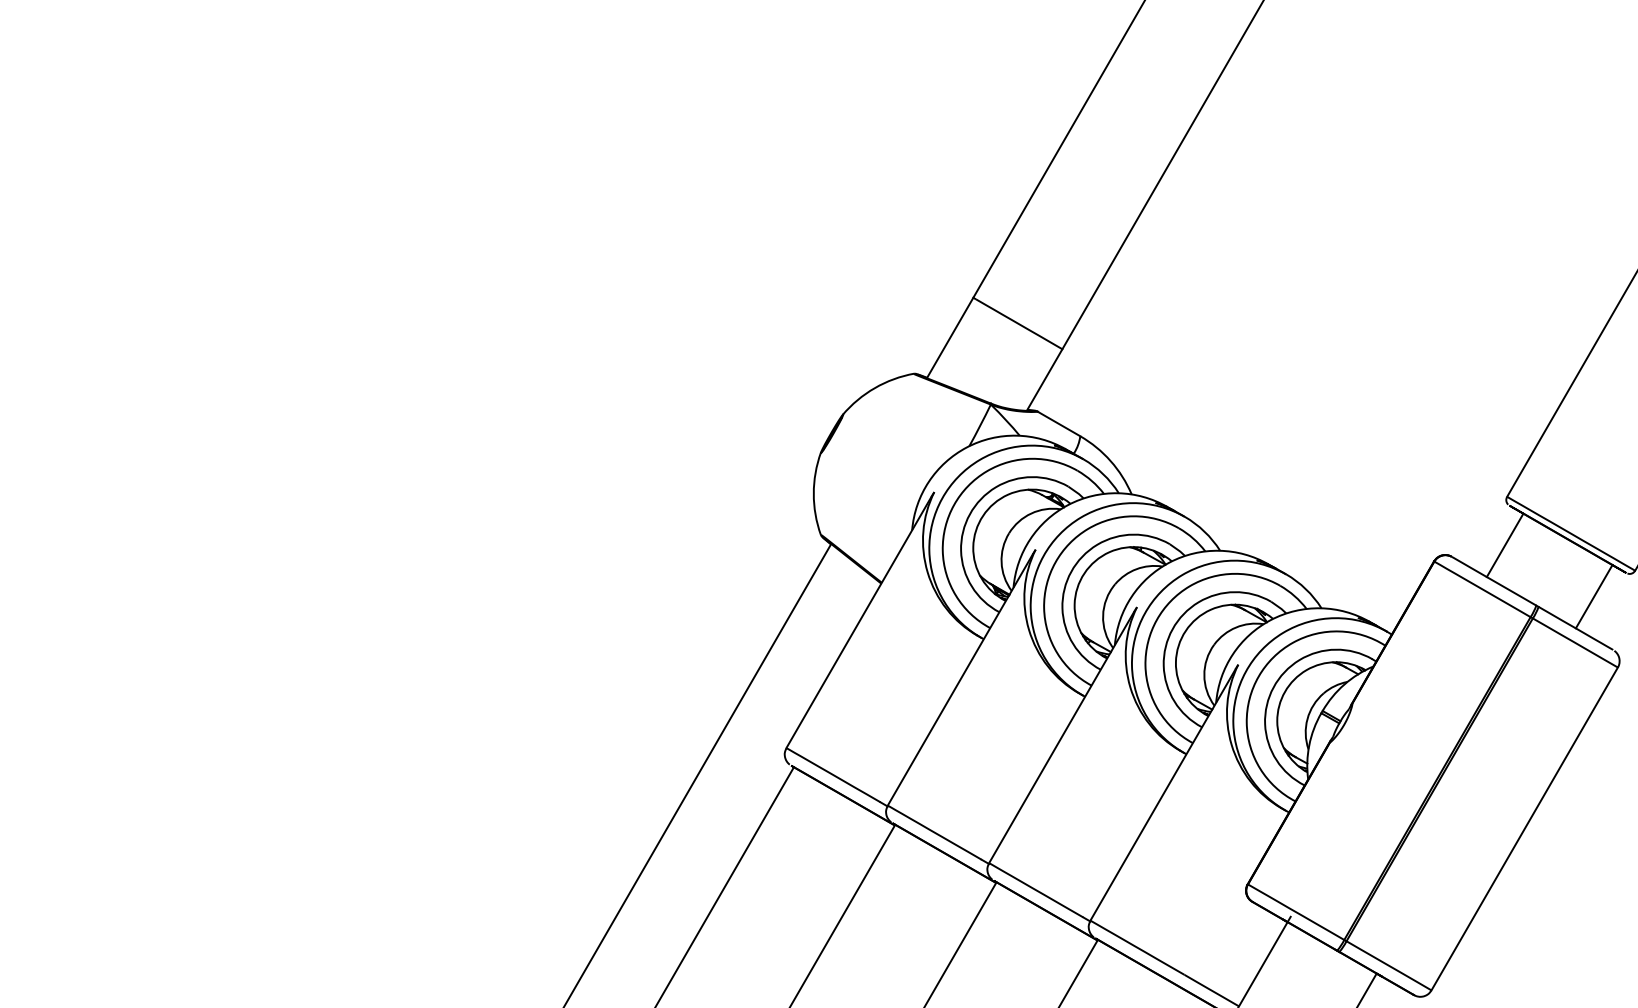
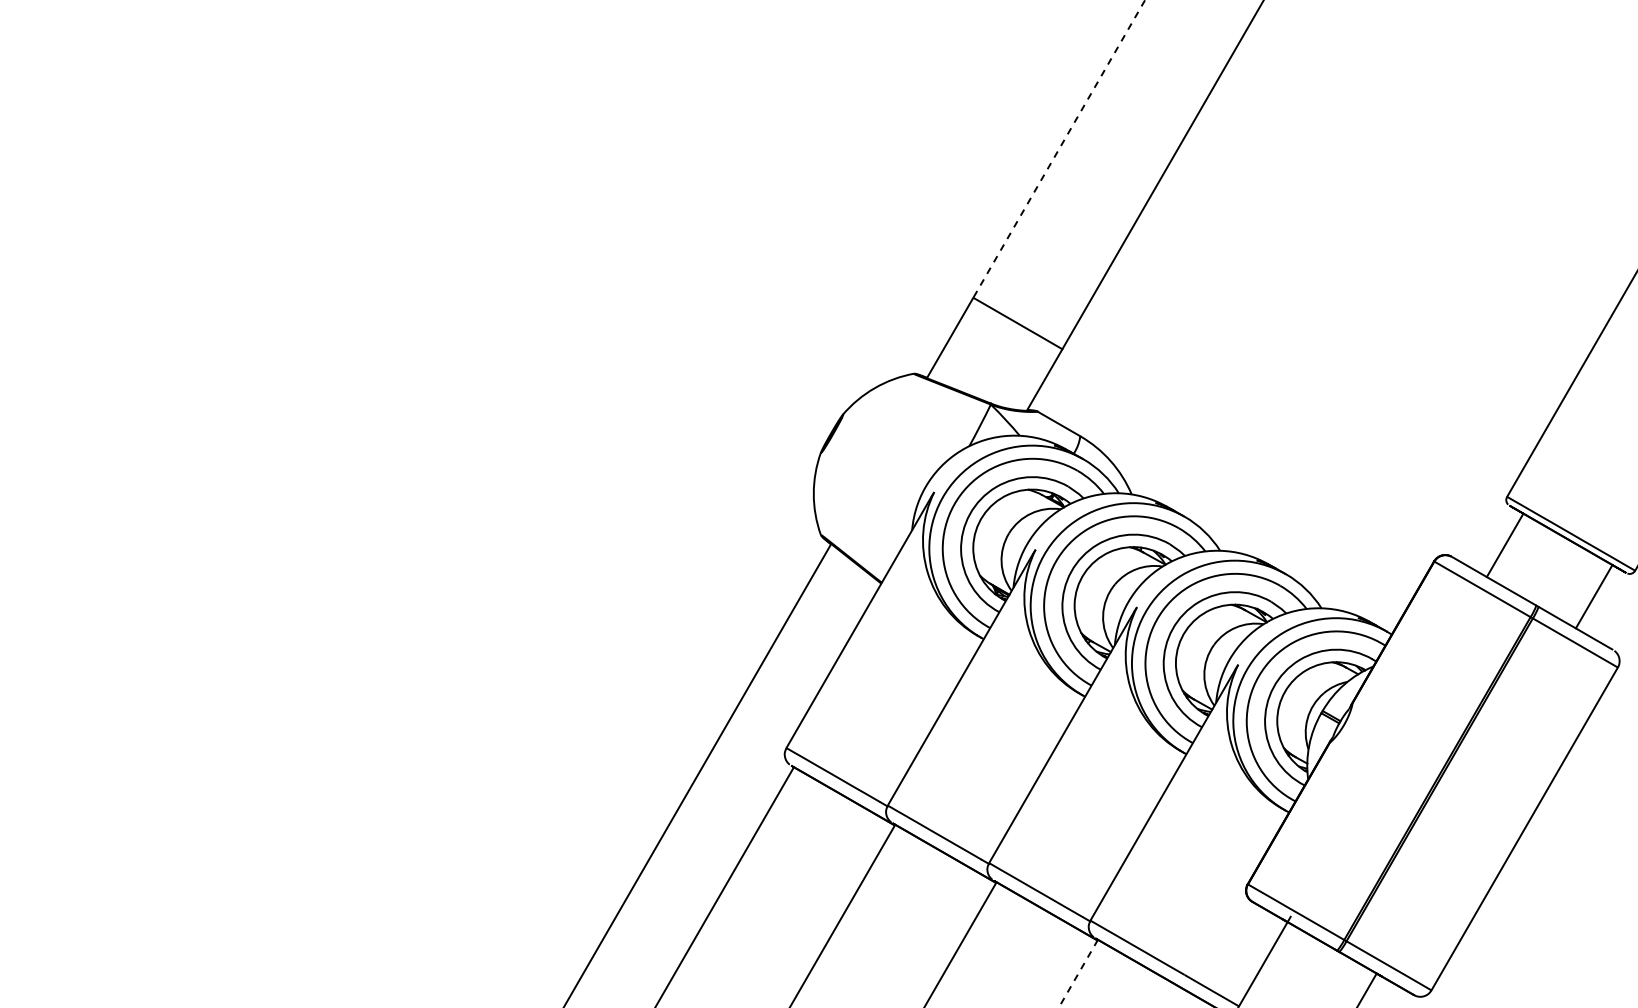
line at (1058, 149): solid -> dashed
line at (1078, 973): solid -> dashed
